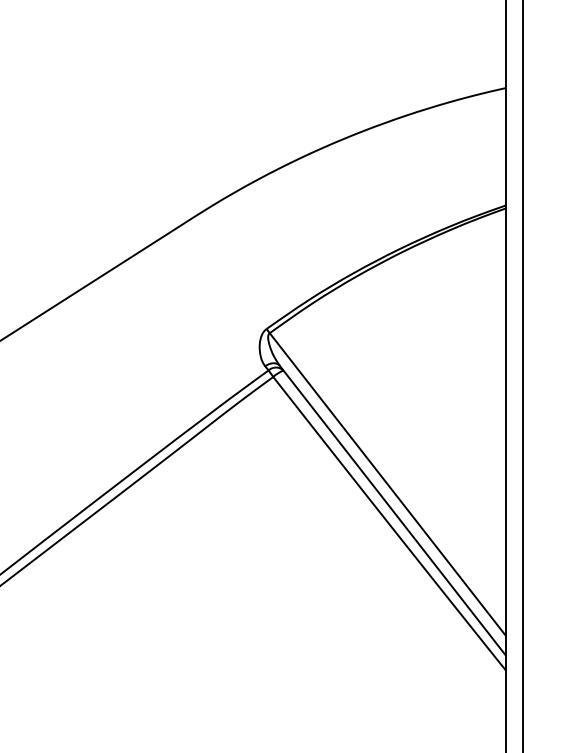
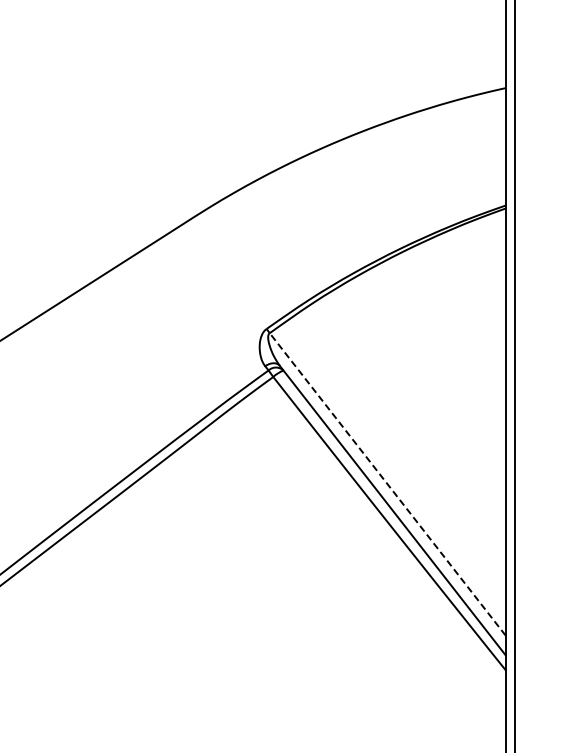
line at (522, 375) position: (522, 375) -> (514, 375)
line at (387, 484): solid -> dashed
